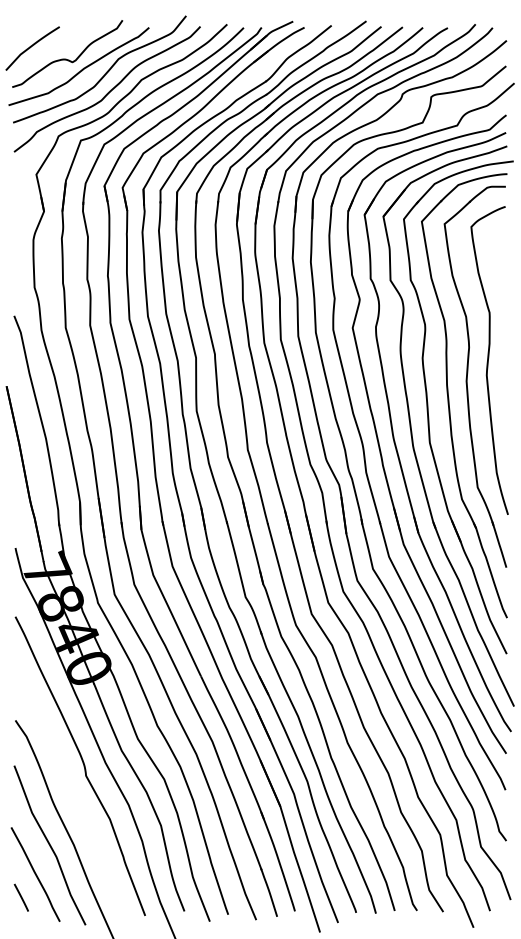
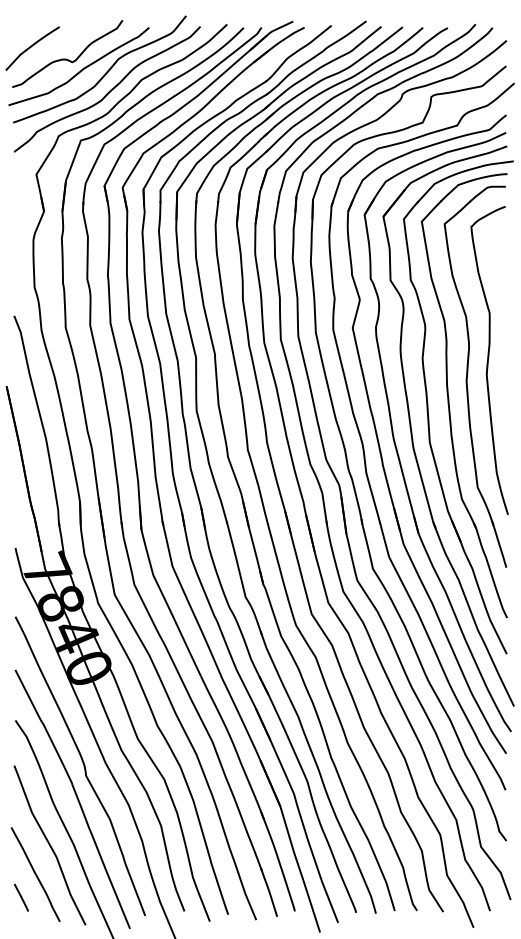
curve at (76, 798): none -> present
